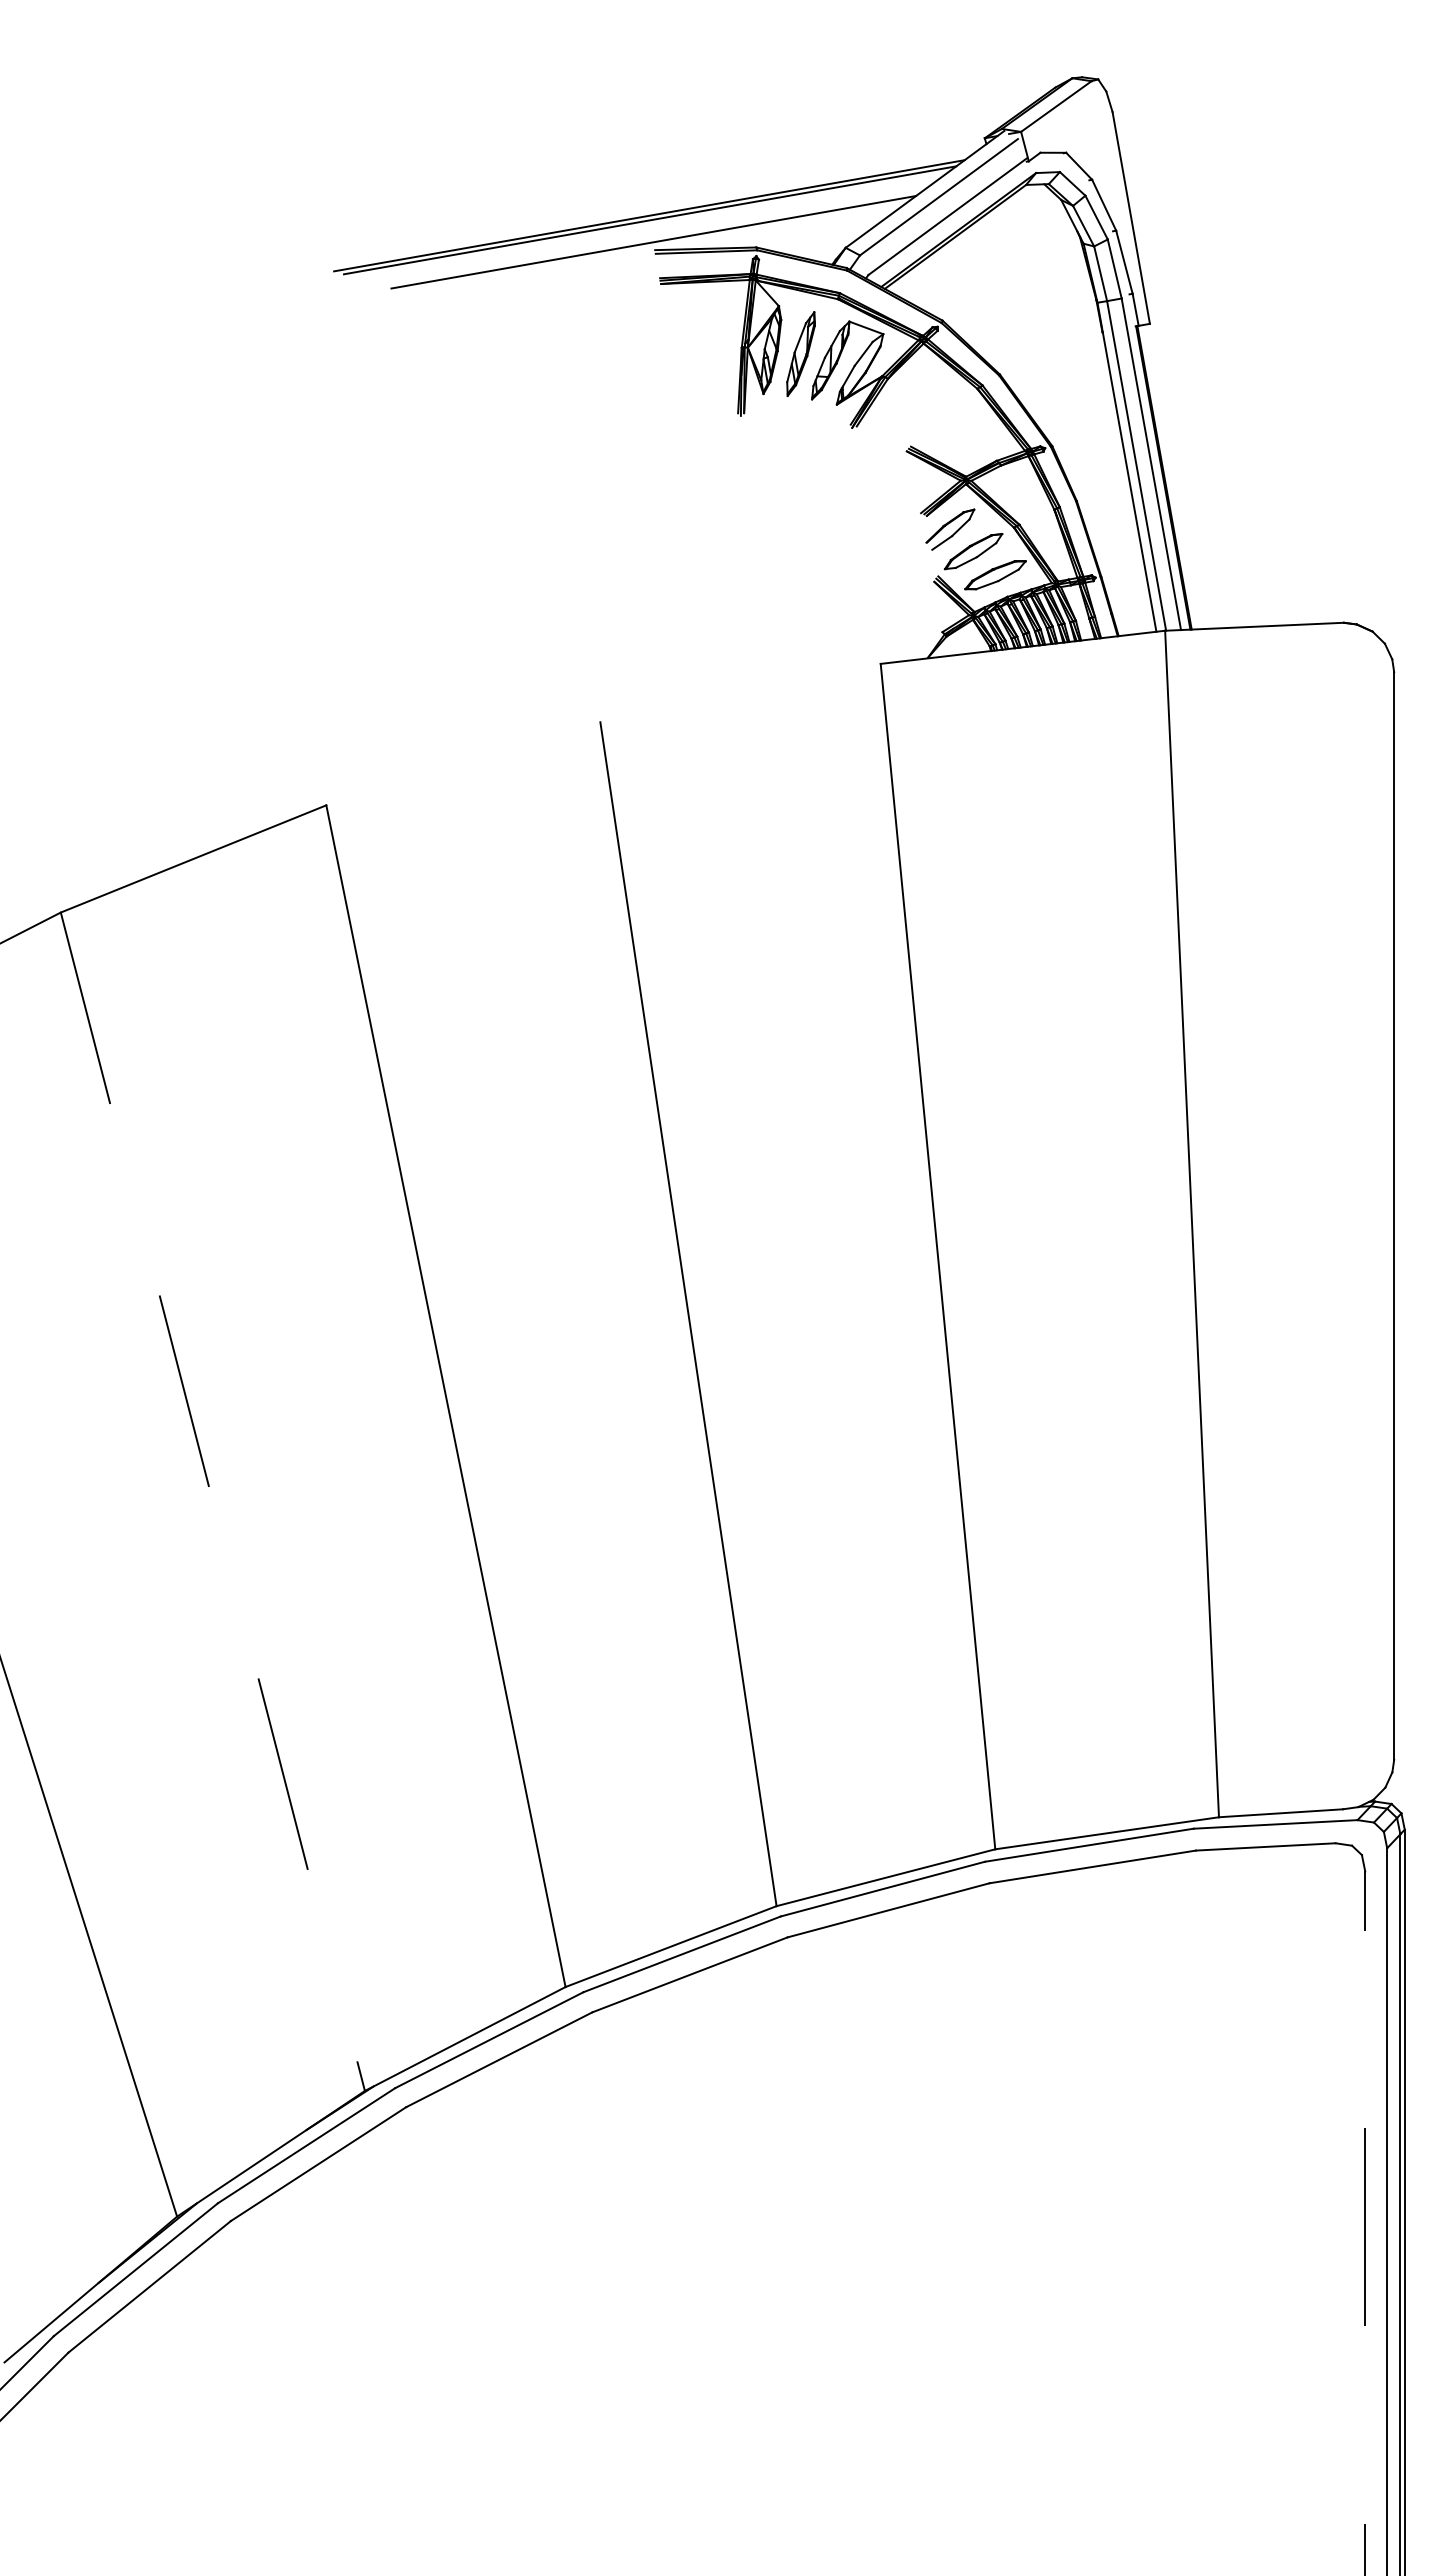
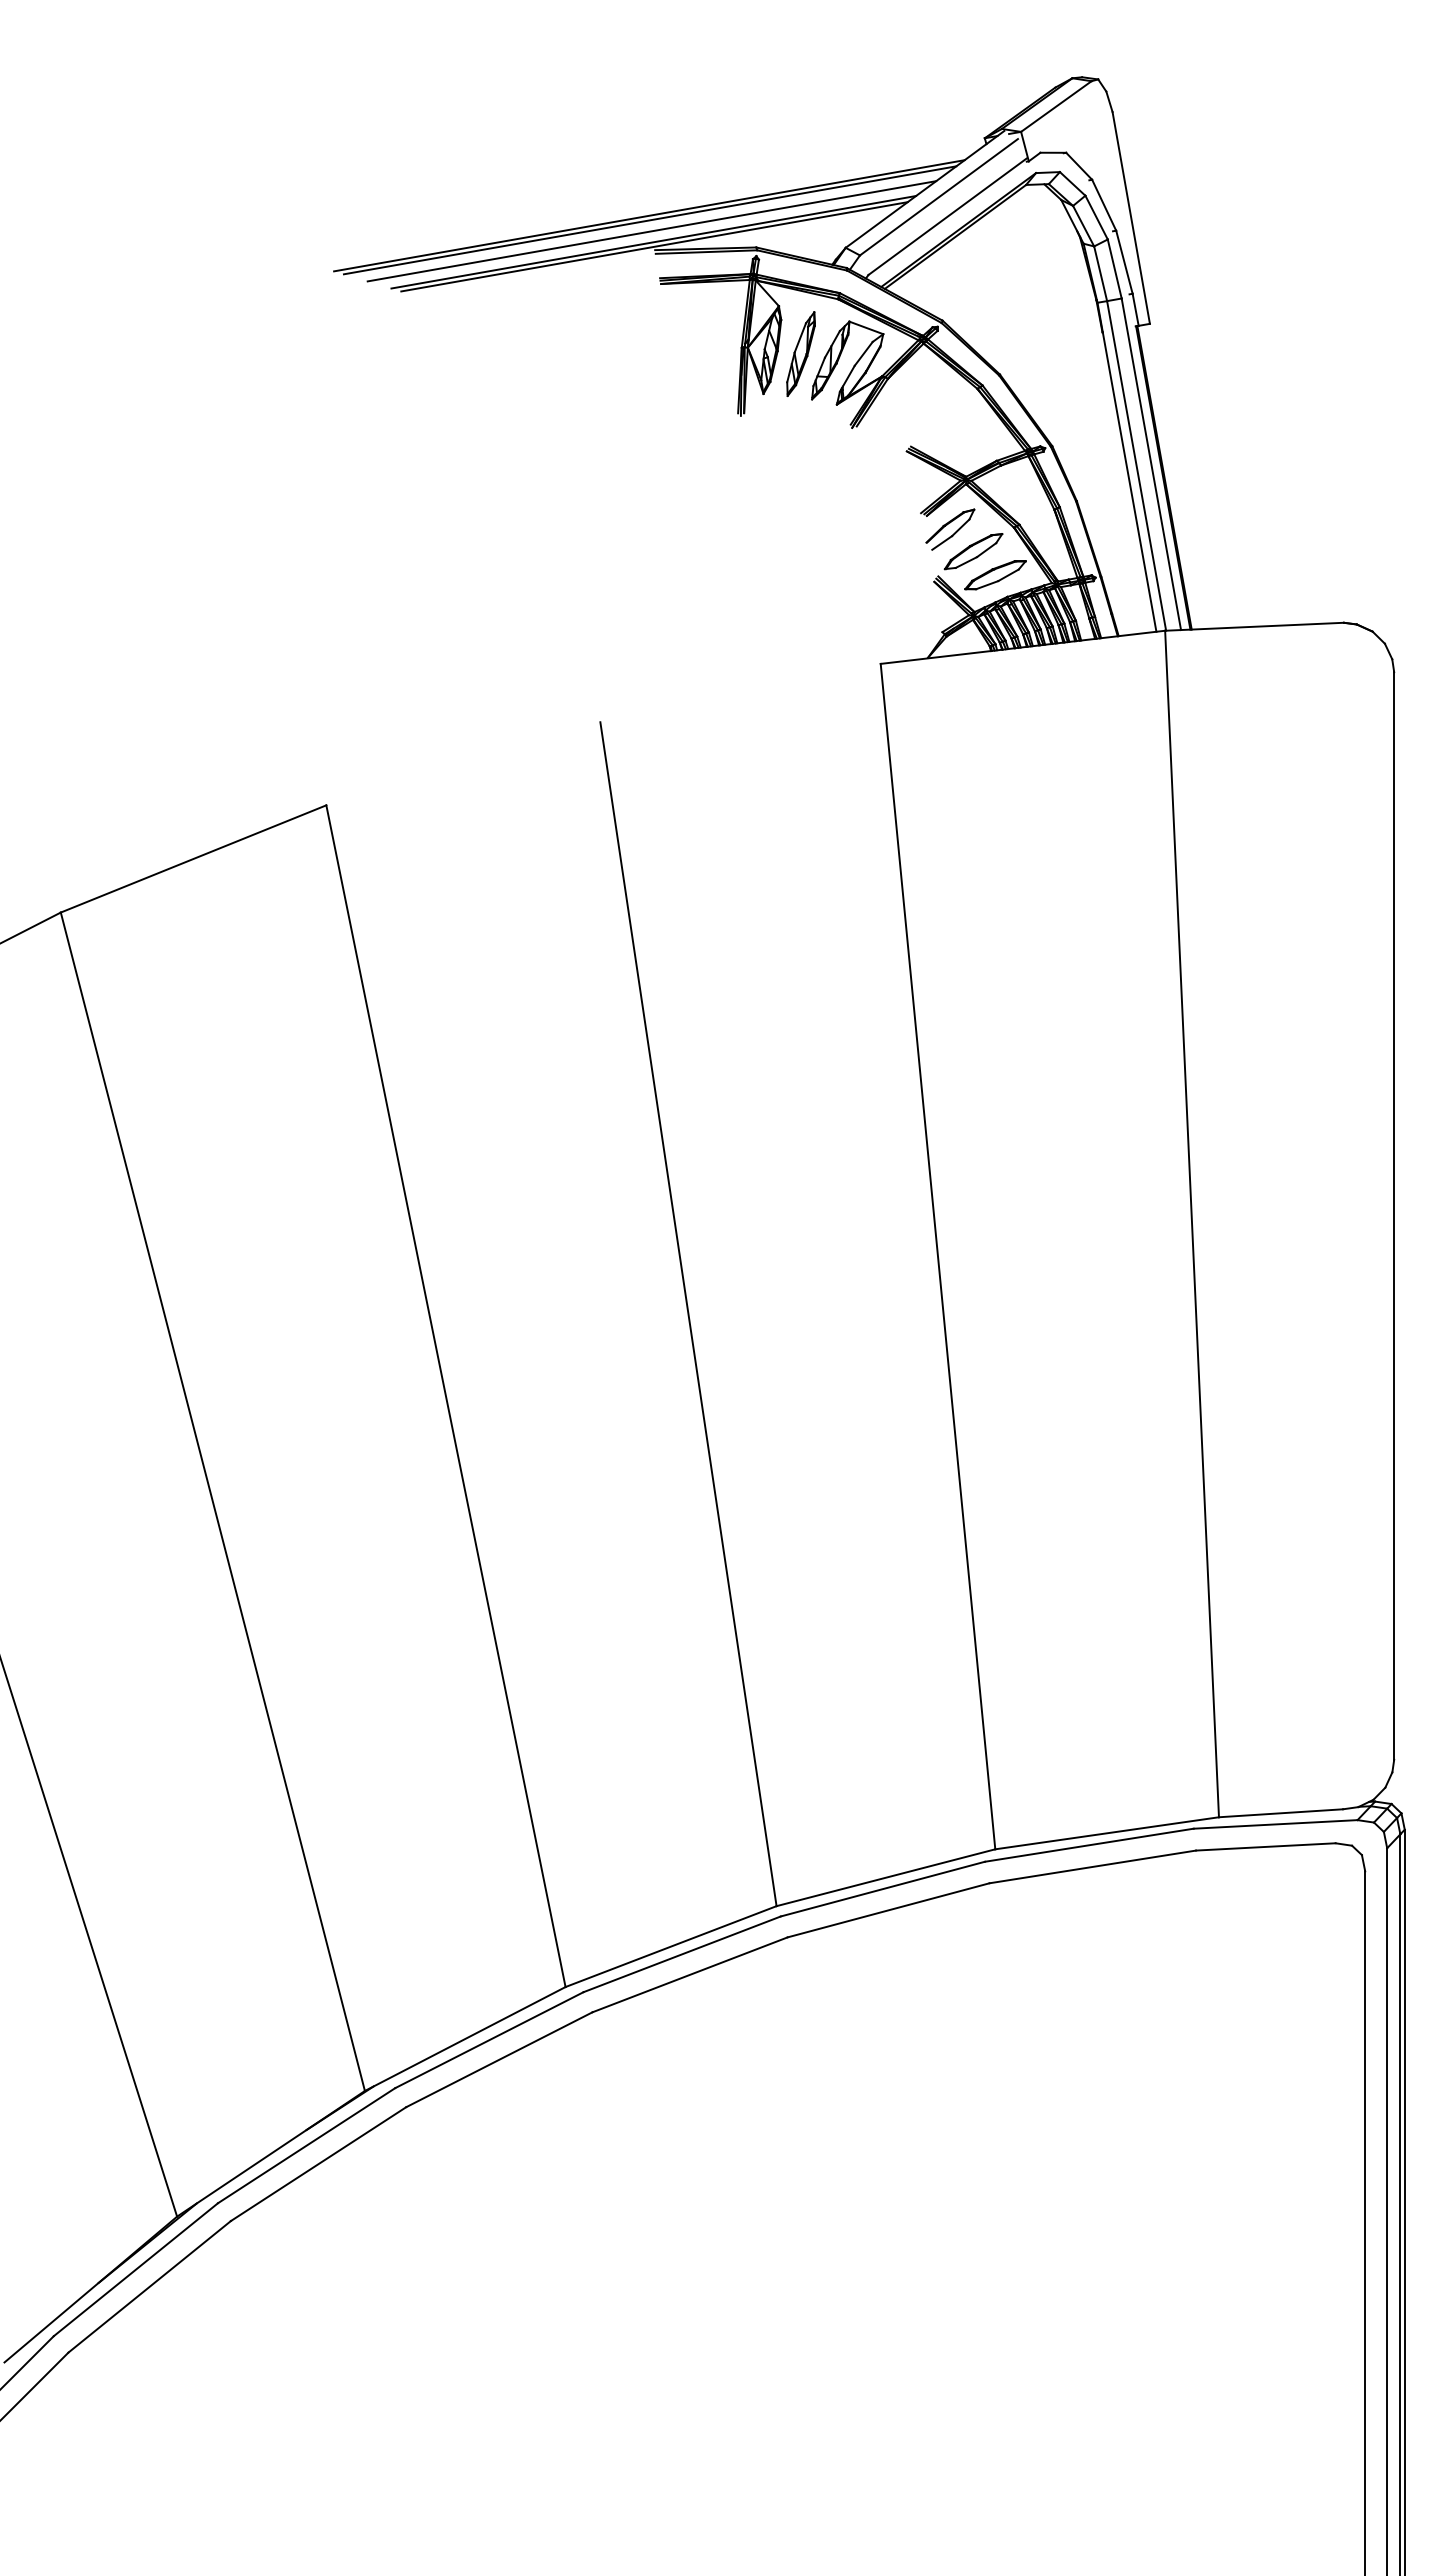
line at (651, 231): none -> present
line at (654, 246): none -> present
line at (212, 1501): dashed -> solid
line at (1365, 2223): dashed -> solid
